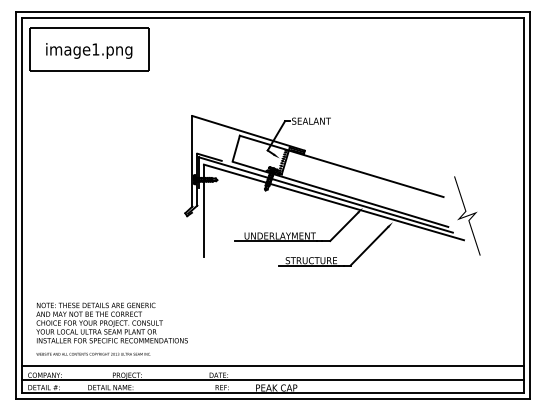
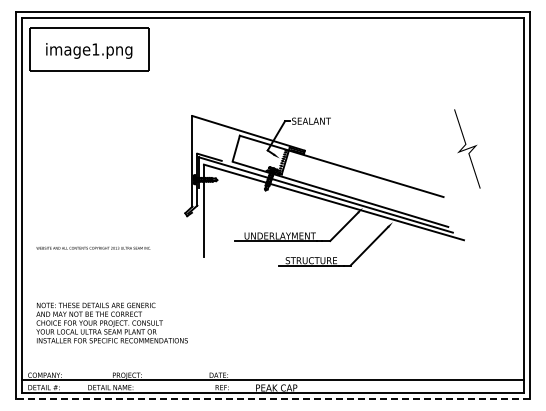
curve at (467, 215) position: (467, 215) -> (467, 148)
text at (93, 353) position: (93, 353) -> (93, 247)
line at (272, 365): present -> none
line at (273, 398): solid -> dashed
